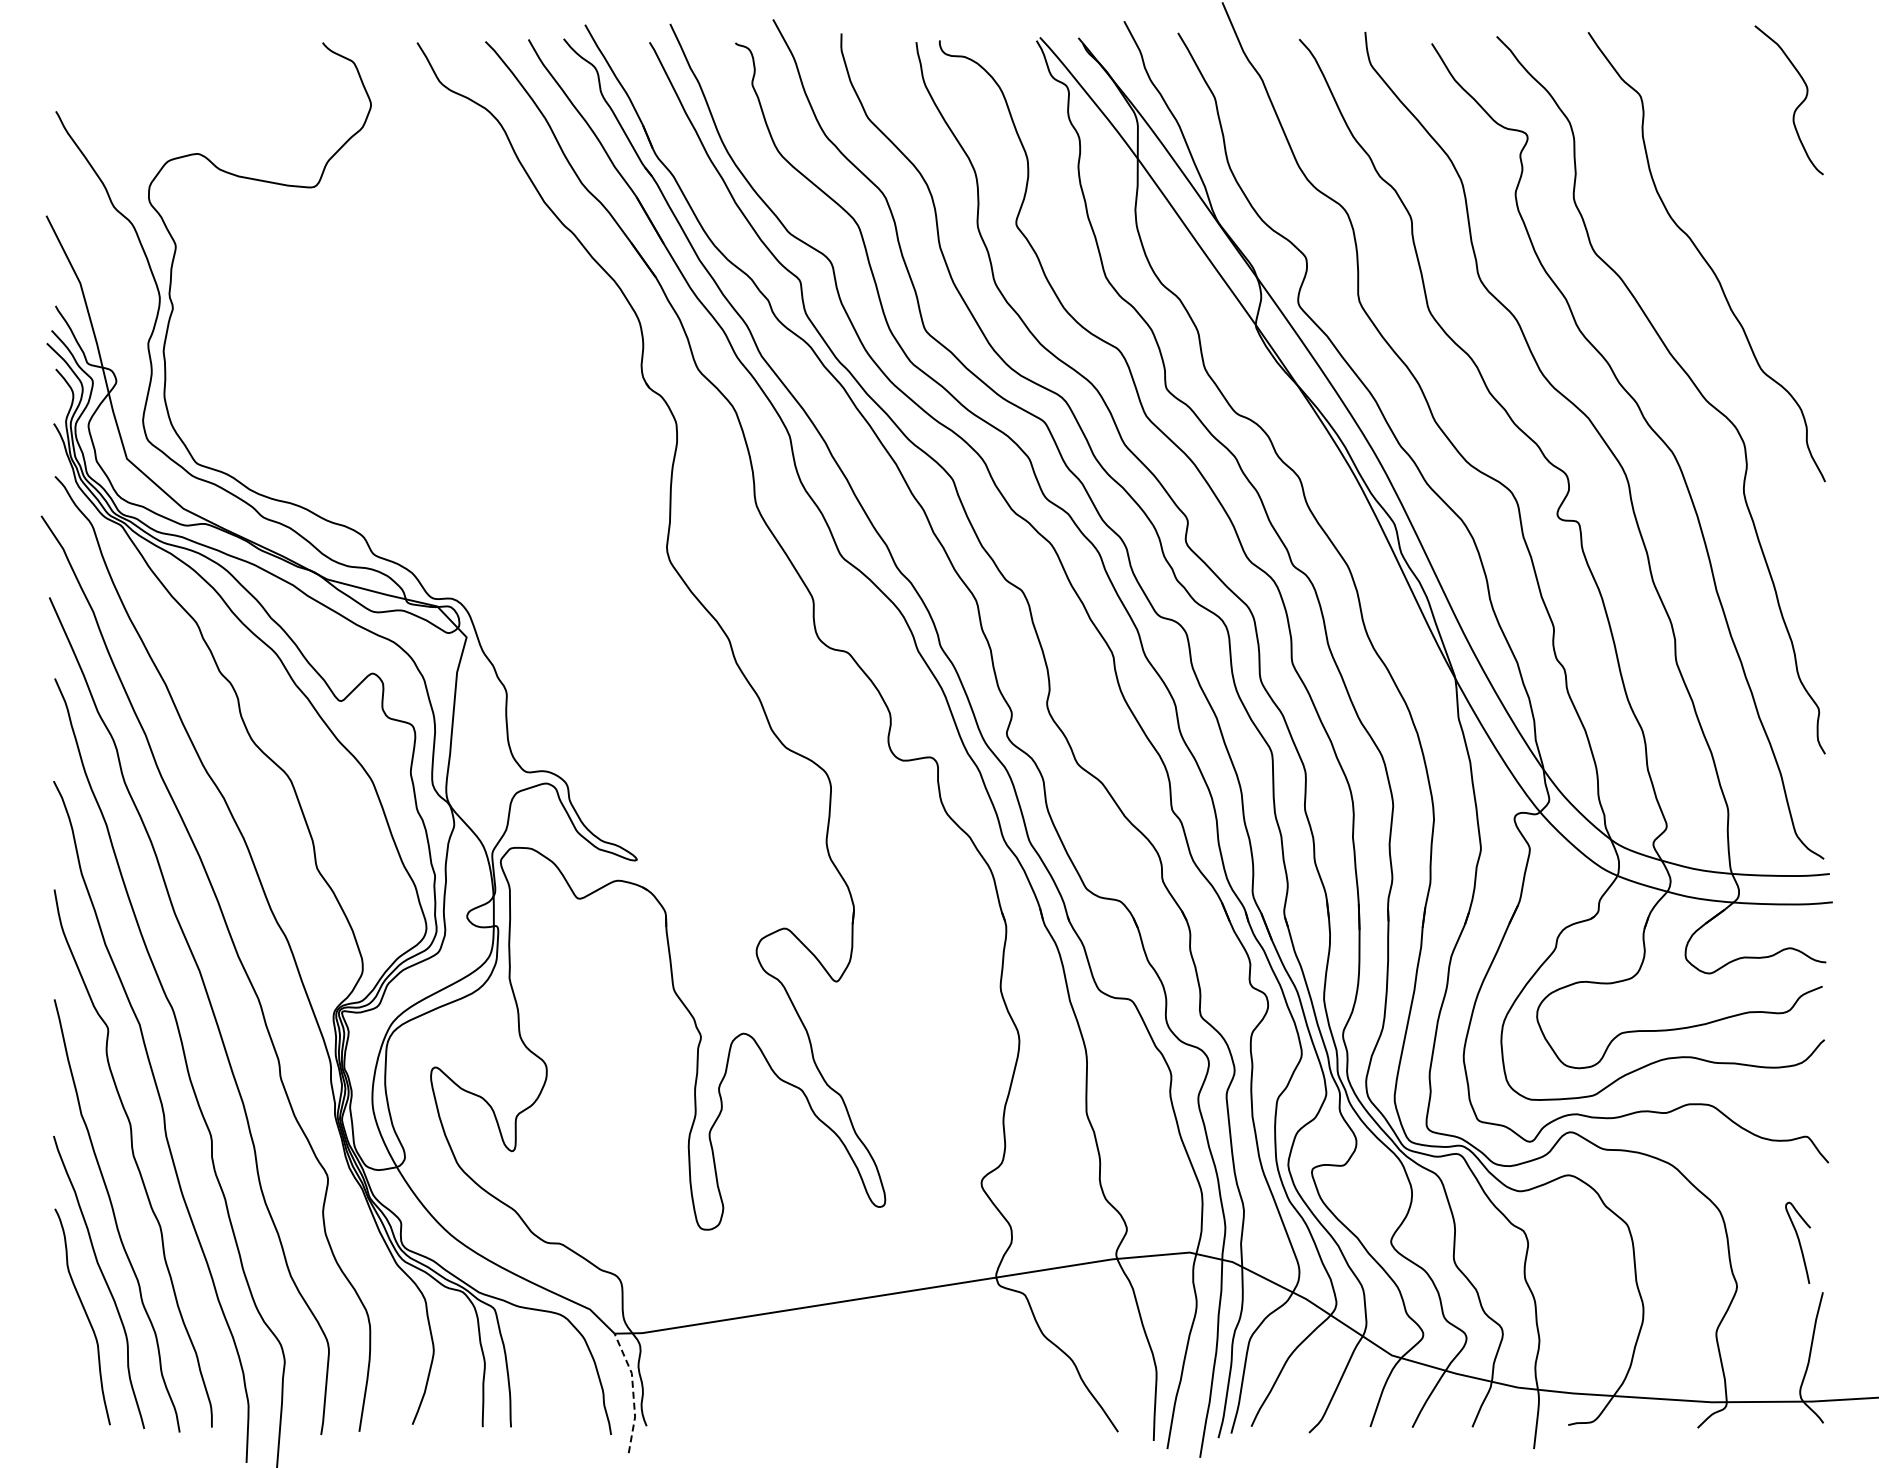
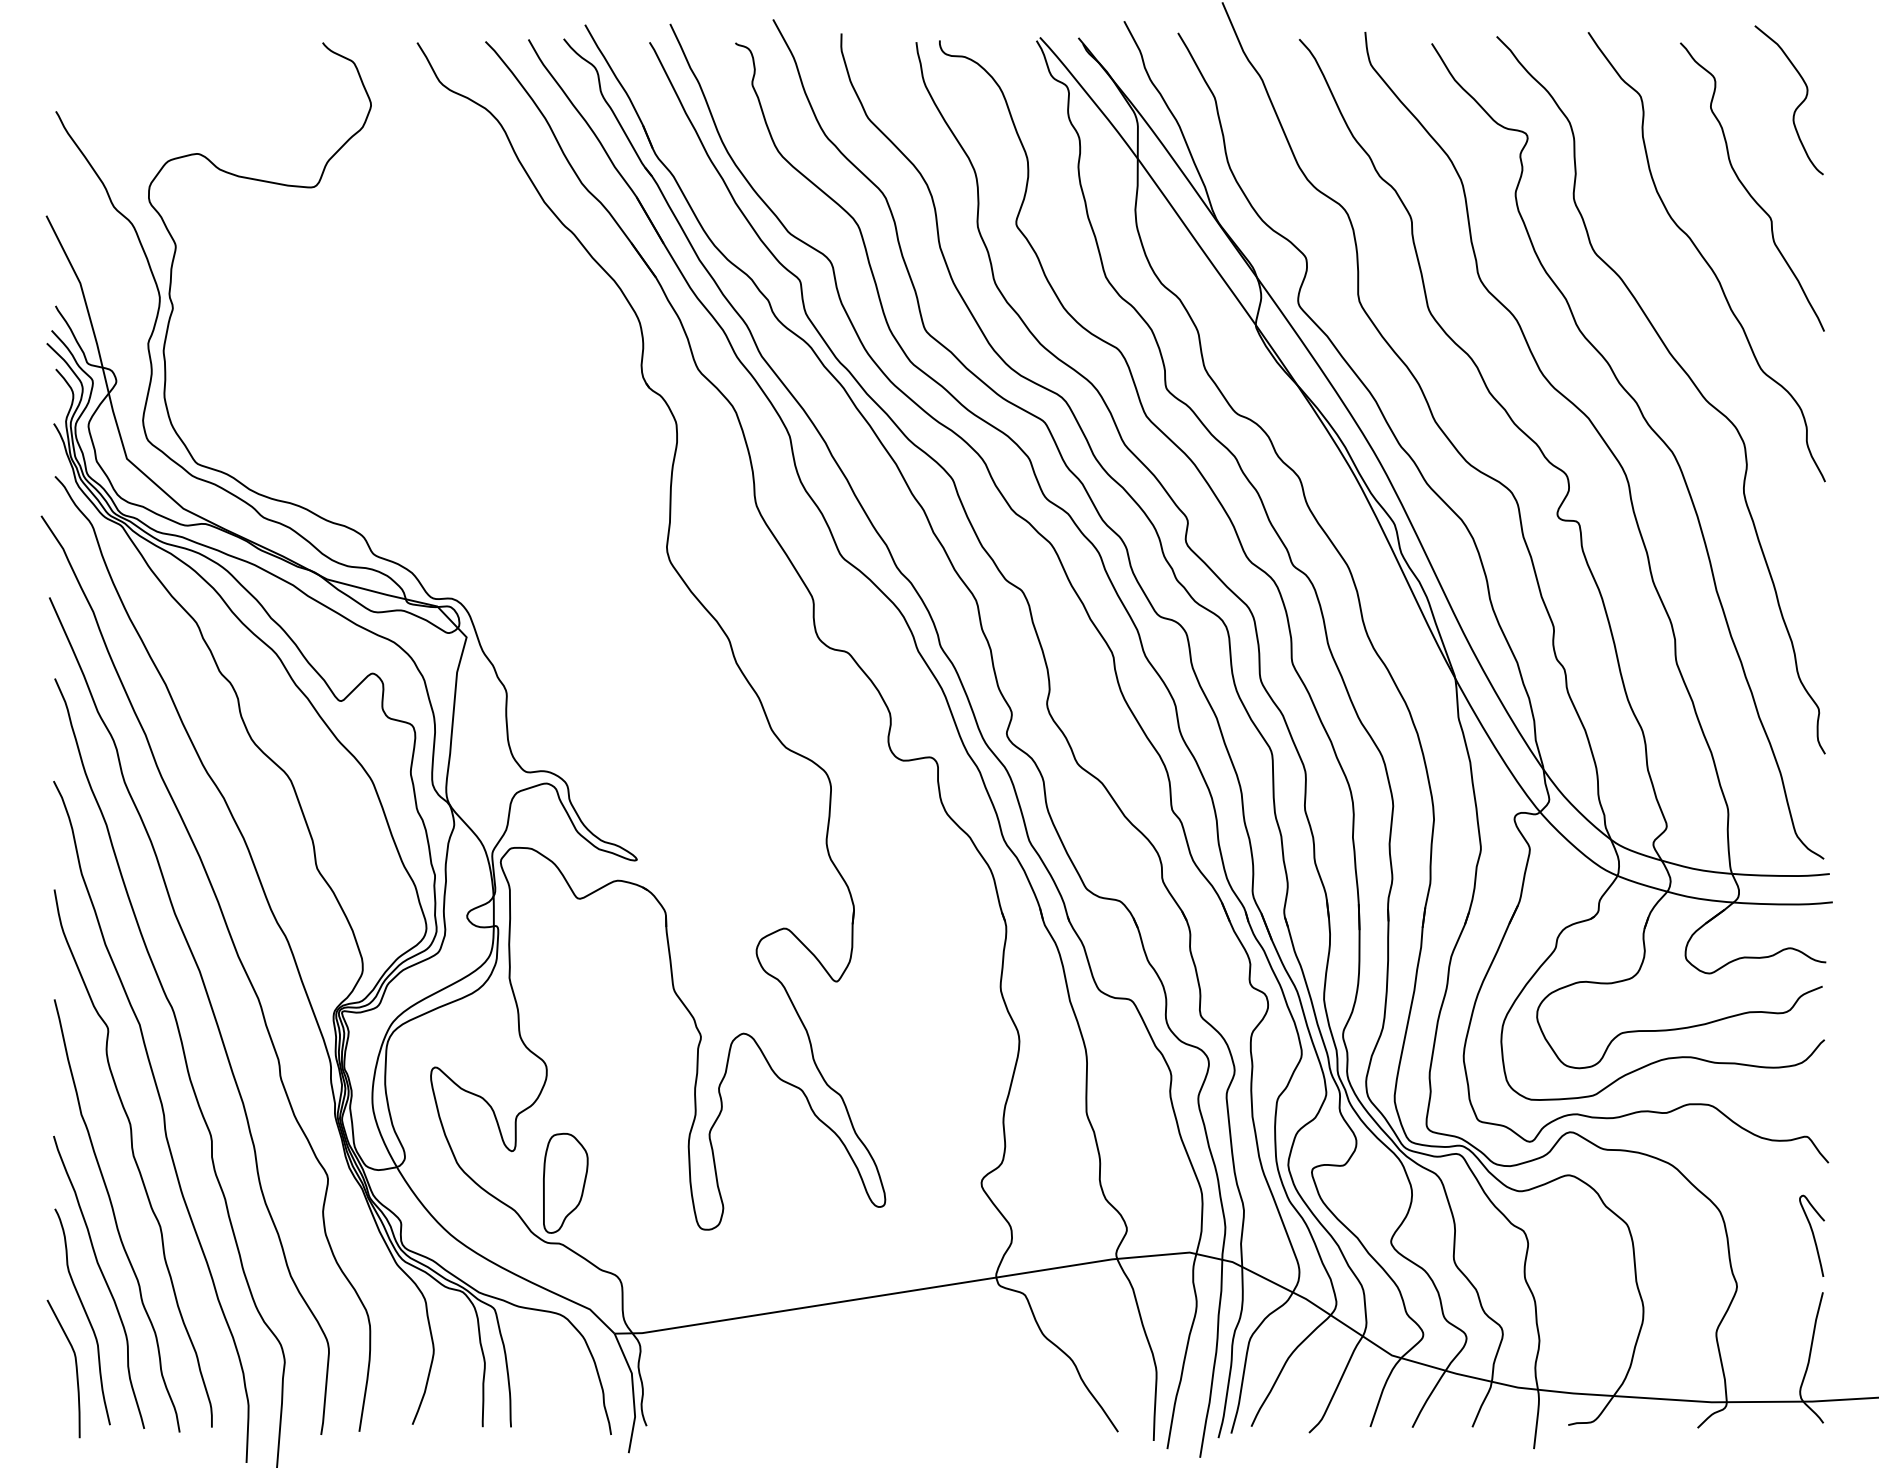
curve at (1748, 190): none -> present
part at (565, 1182): none -> present
curve at (1798, 1242) position: (1798, 1242) -> (1812, 1235)
curve at (75, 1368): none -> present
line at (633, 1391): dashed -> solid
